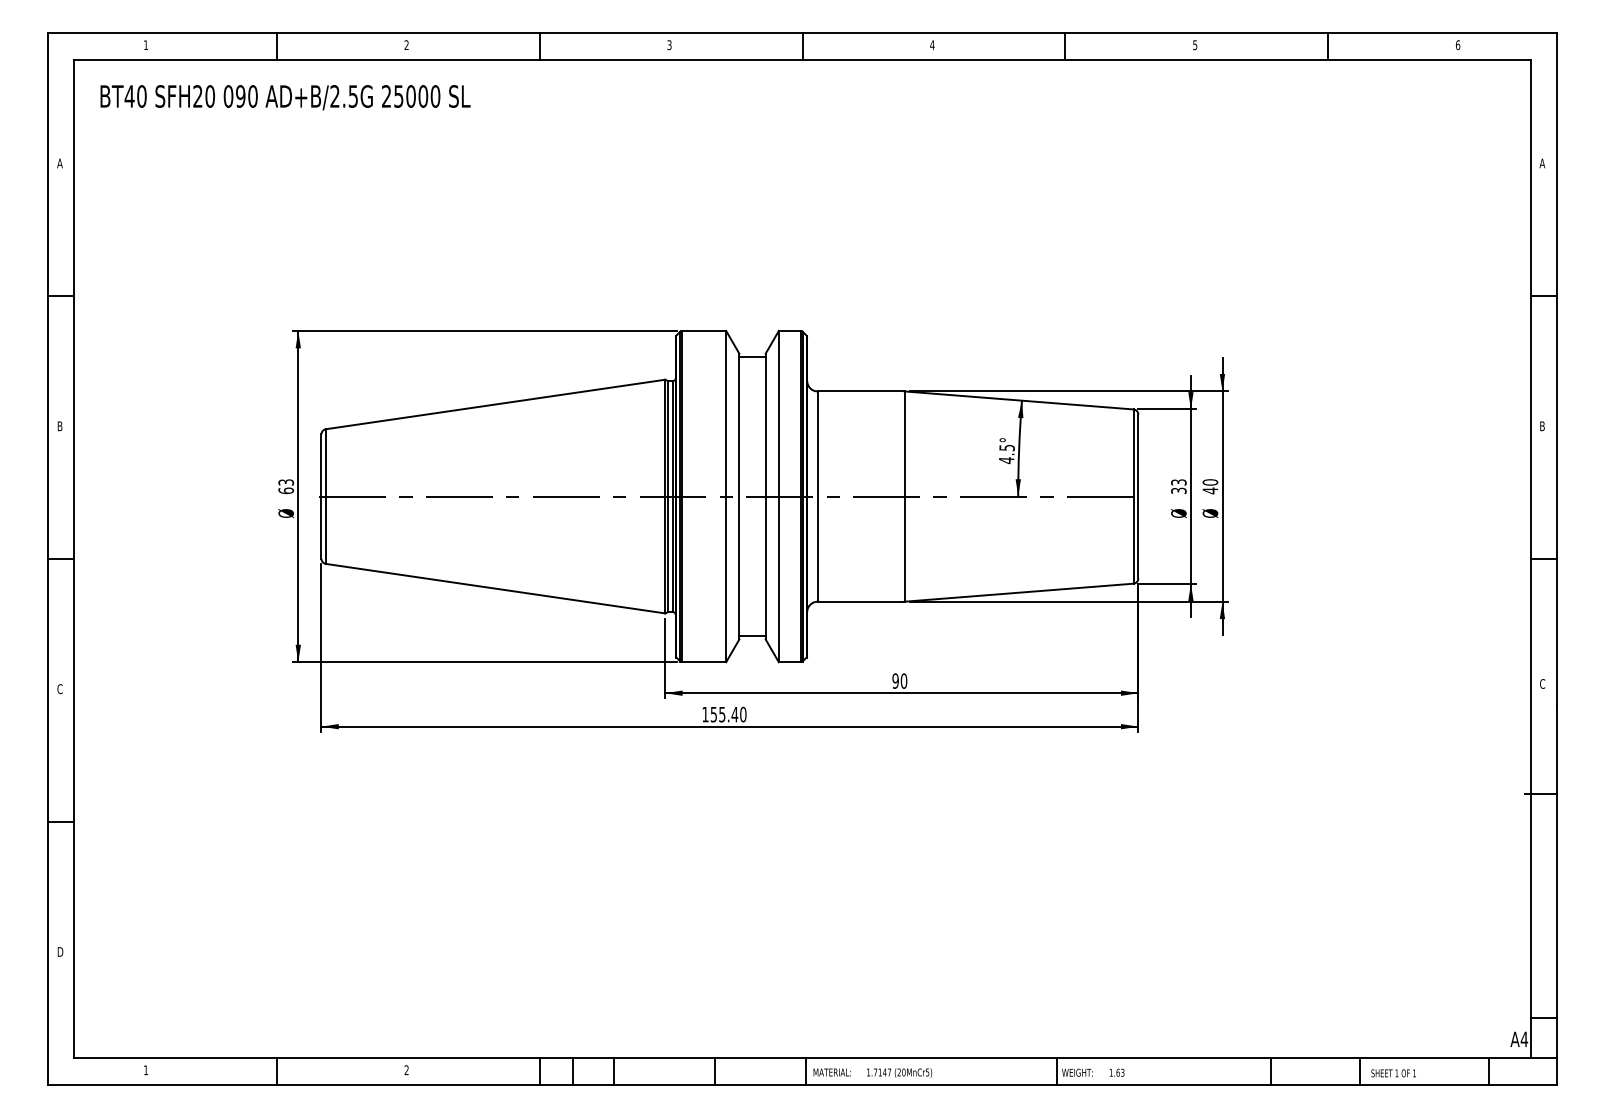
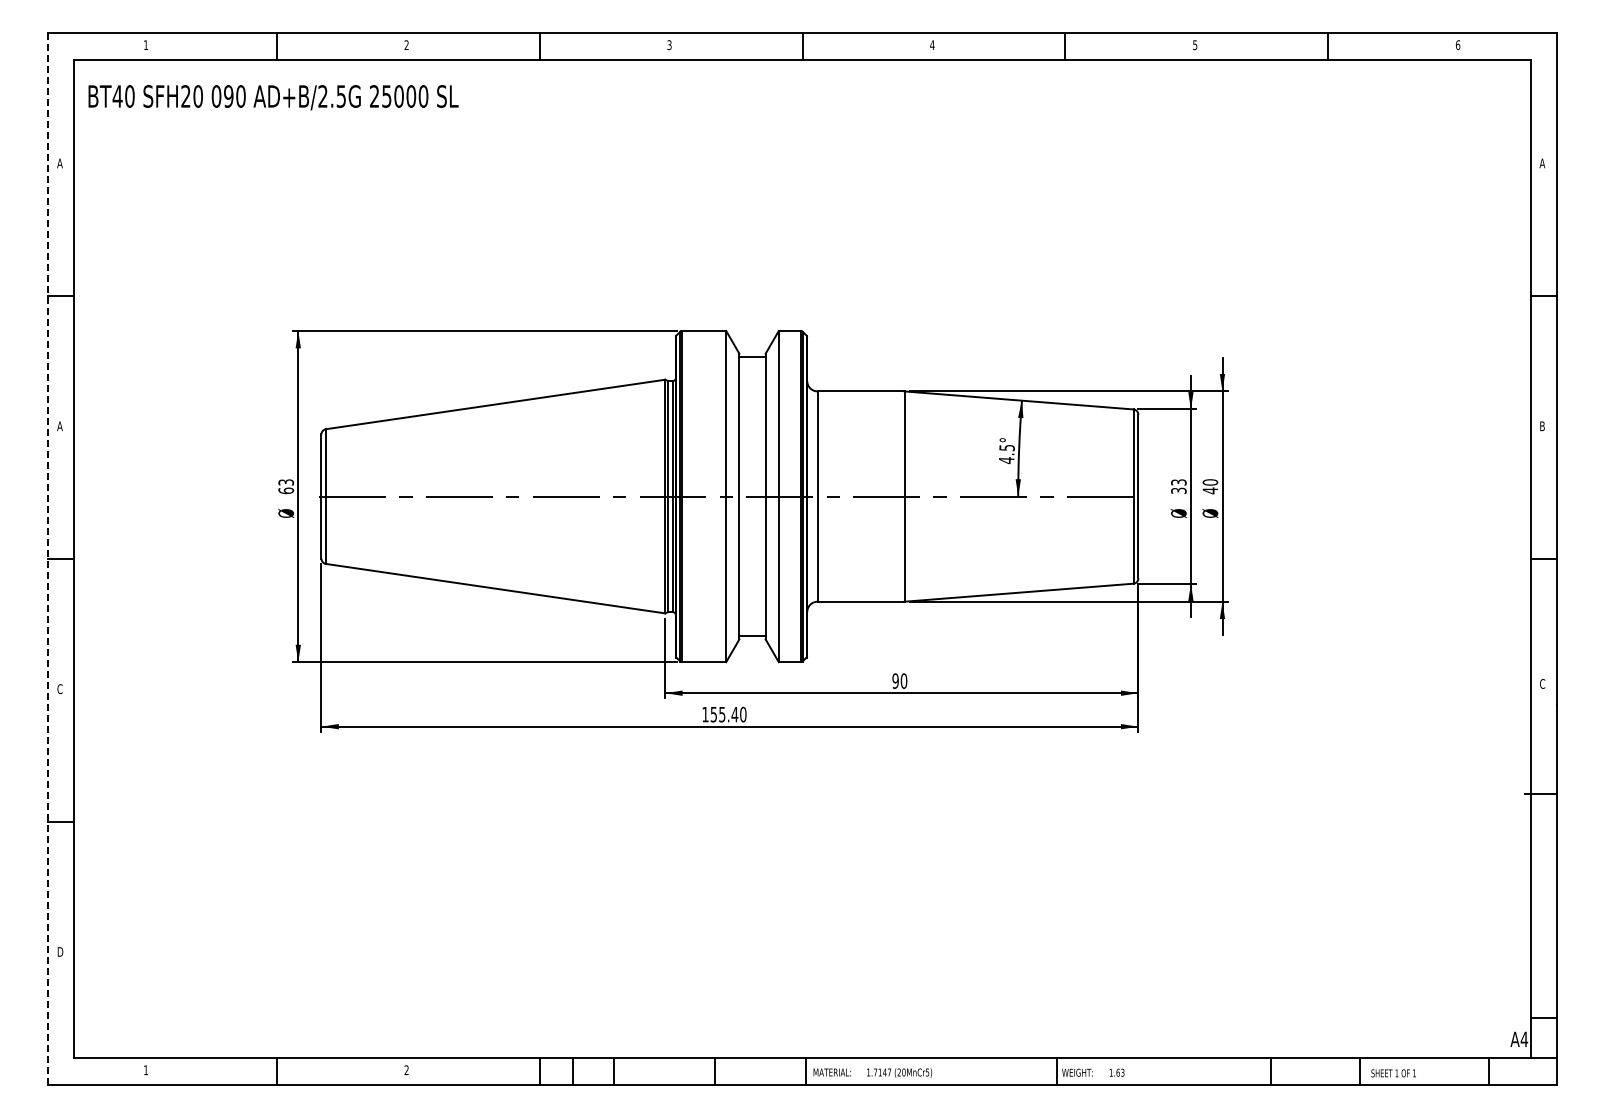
text at (285, 97) position: (285, 97) -> (273, 97)
text at (59, 426): B -> A
line at (48, 559): solid -> dashed
